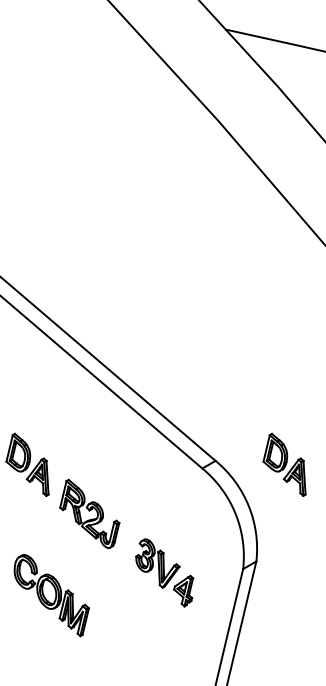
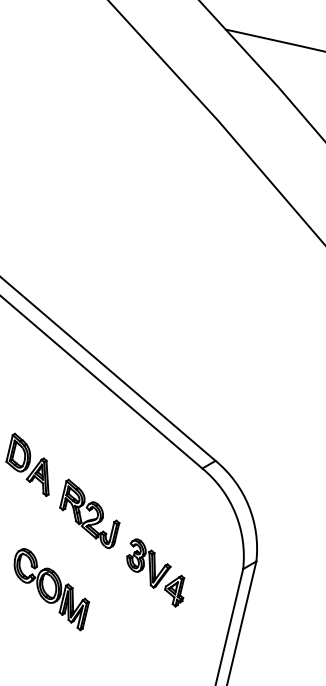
part at (284, 464): present -> none
part at (164, 572) position: (164, 572) -> (155, 572)
part at (51, 595) position: (51, 595) -> (51, 589)
